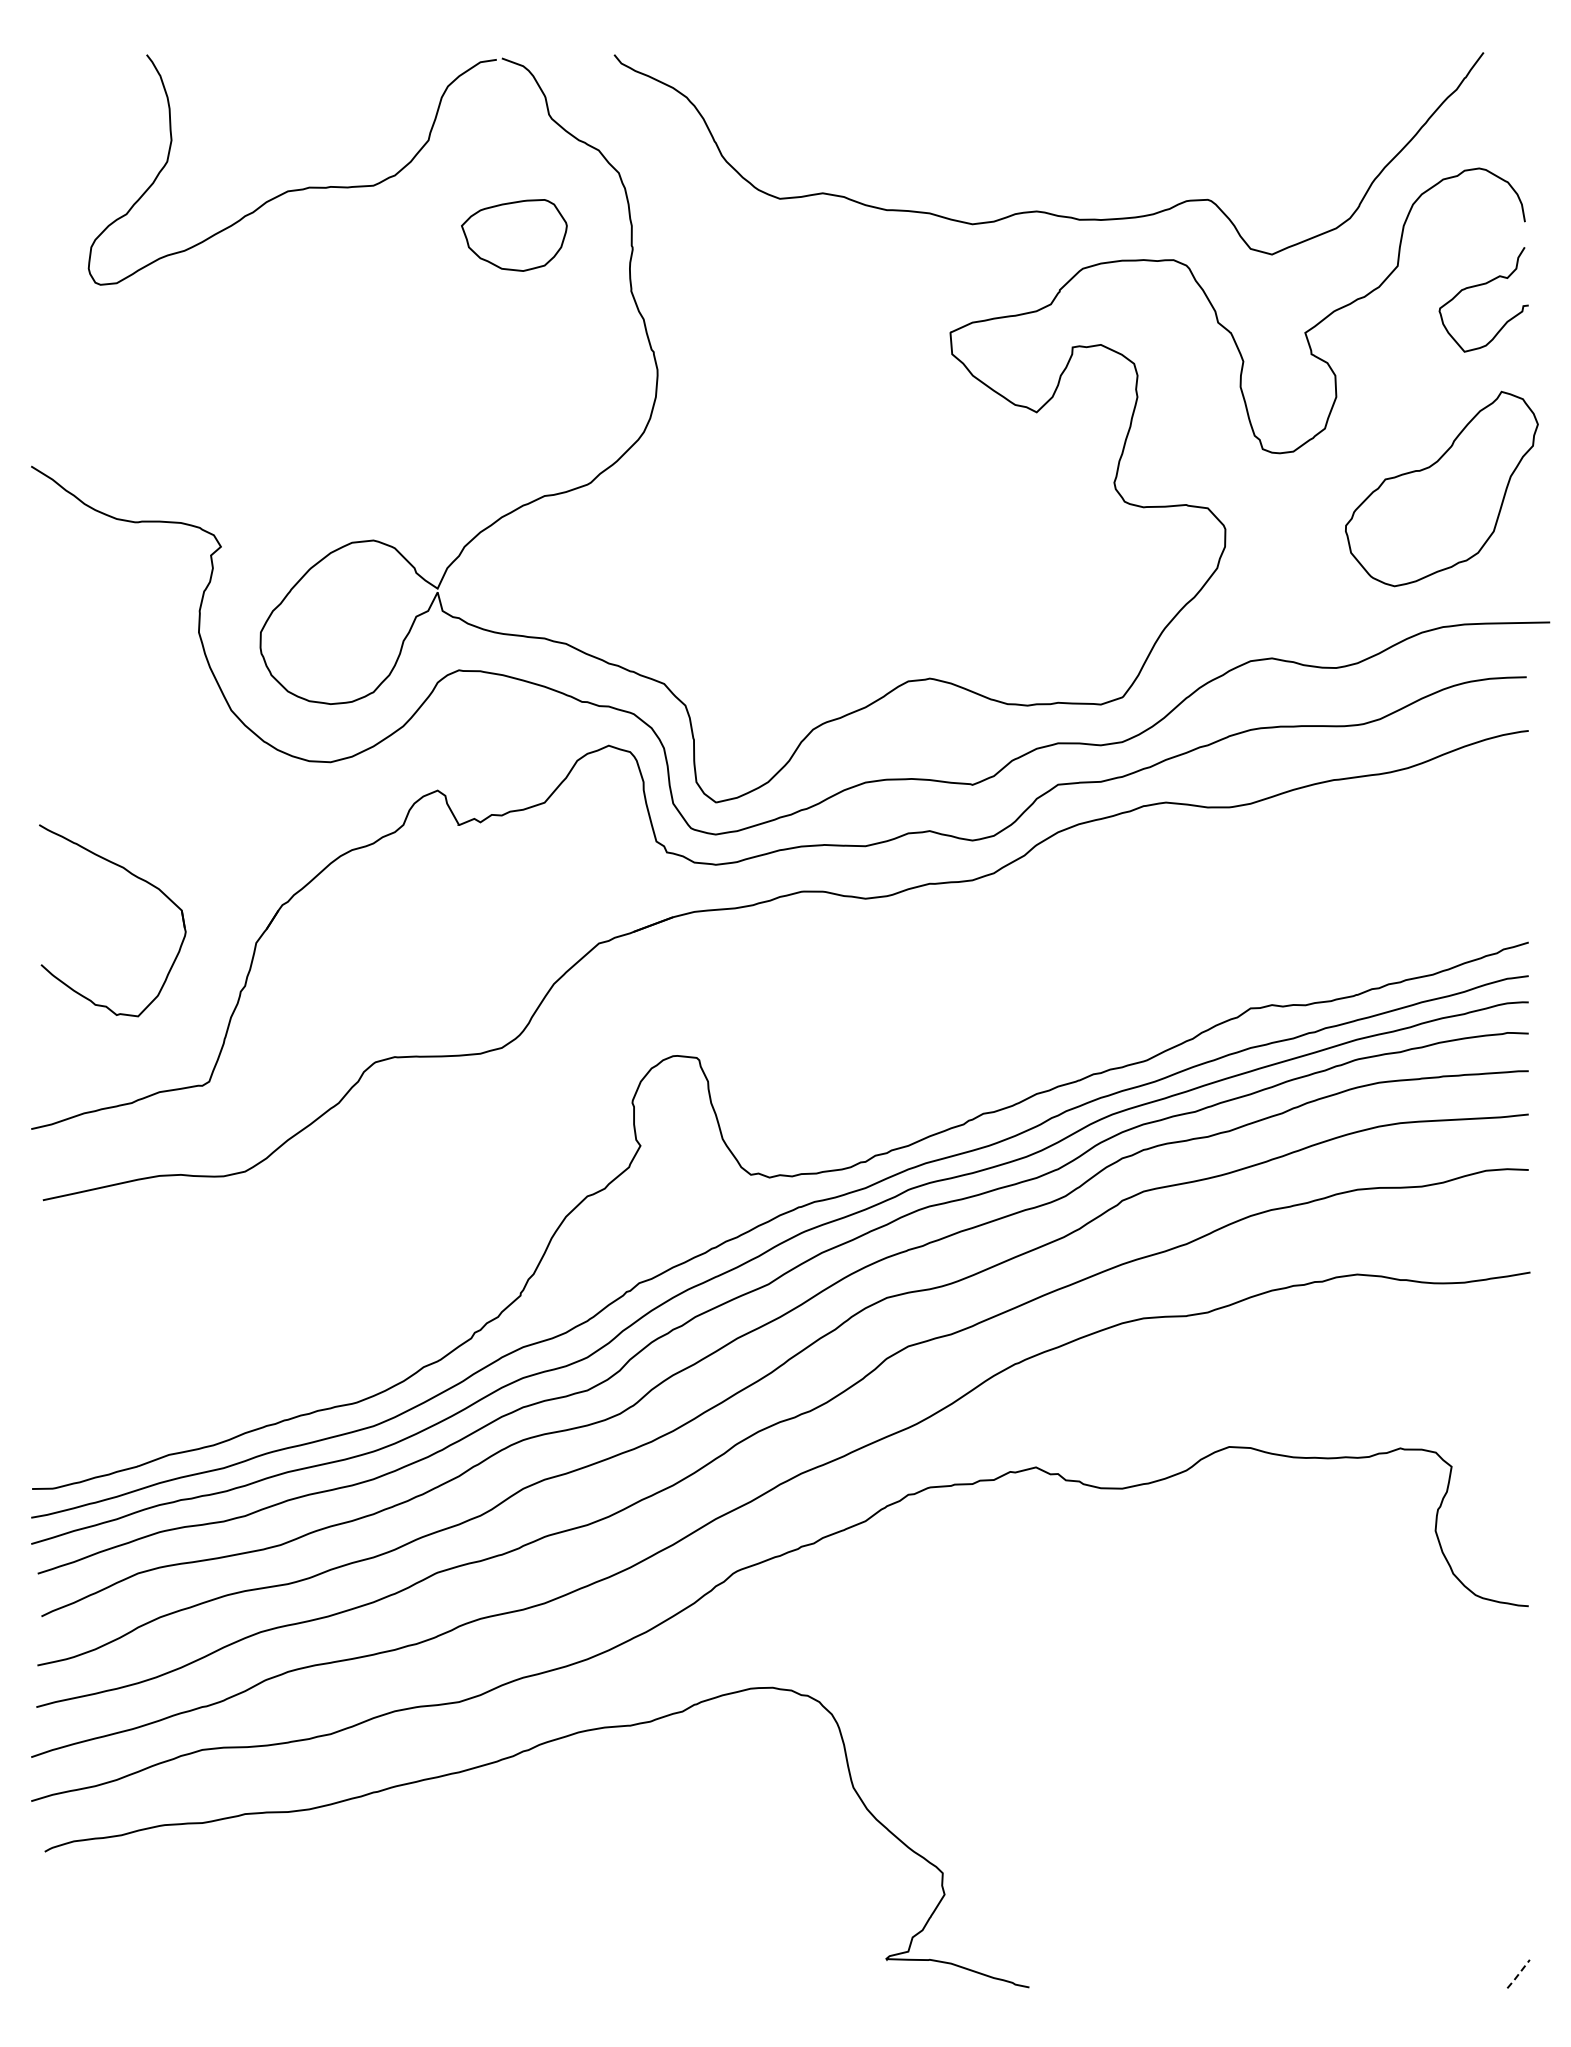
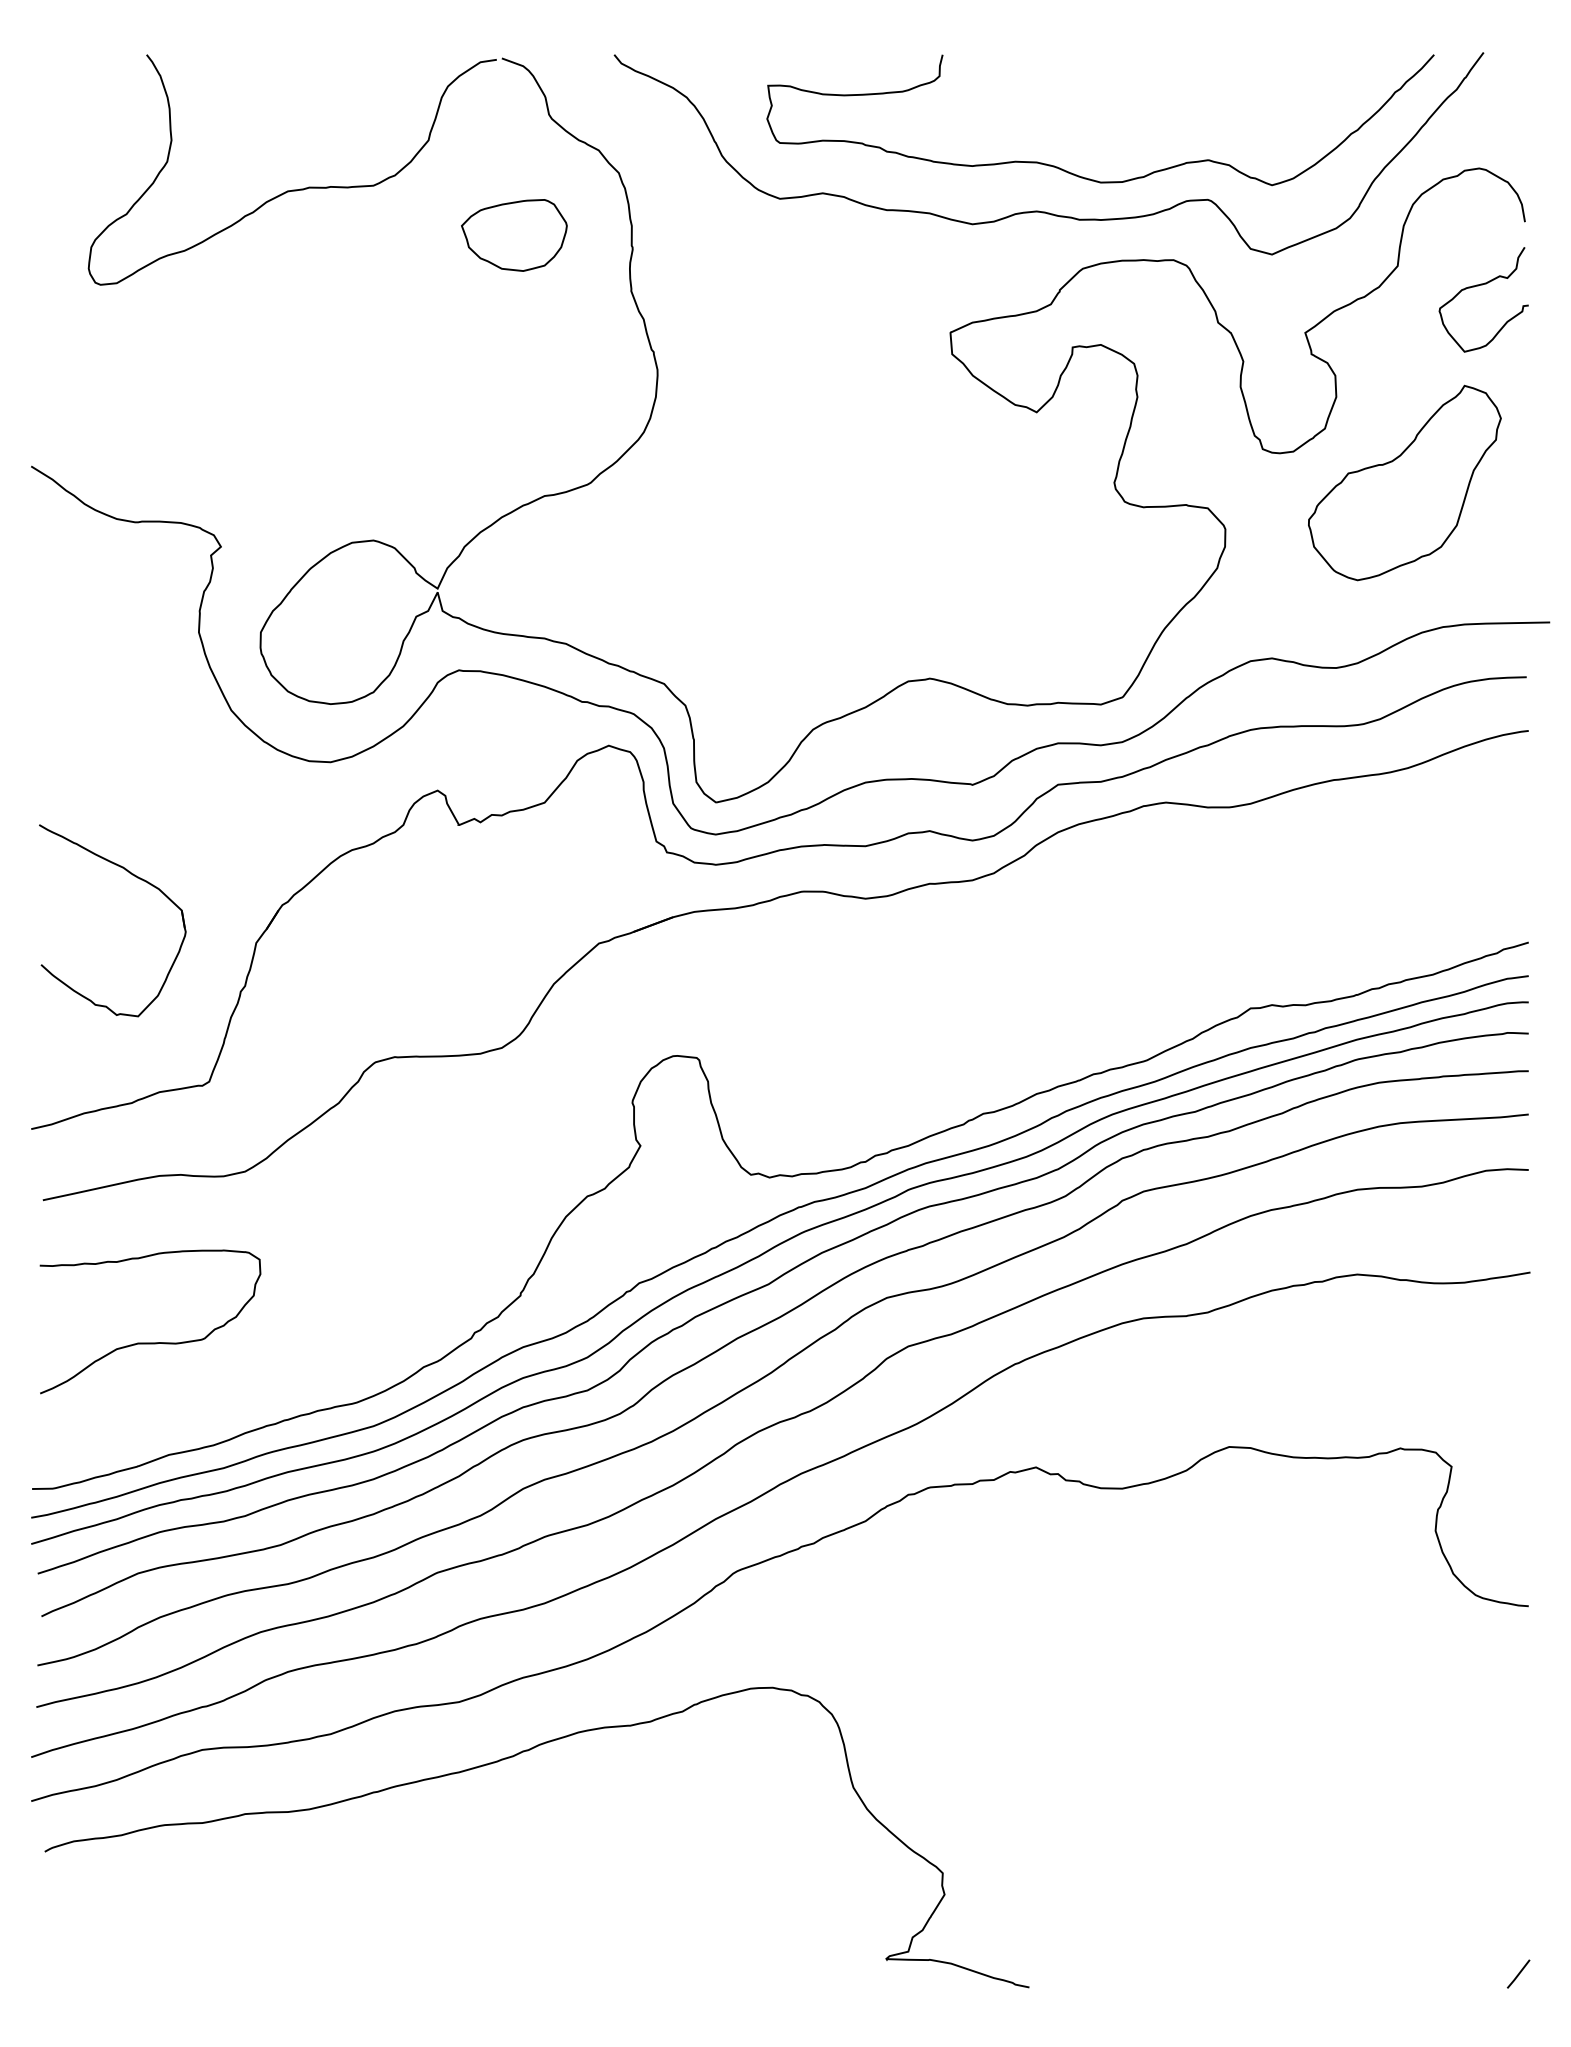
curve at (1086, 177): none -> present
part at (1441, 488) position: (1441, 488) -> (1404, 482)
curve at (150, 1342): none -> present
line at (1518, 1974): dashed -> solid
